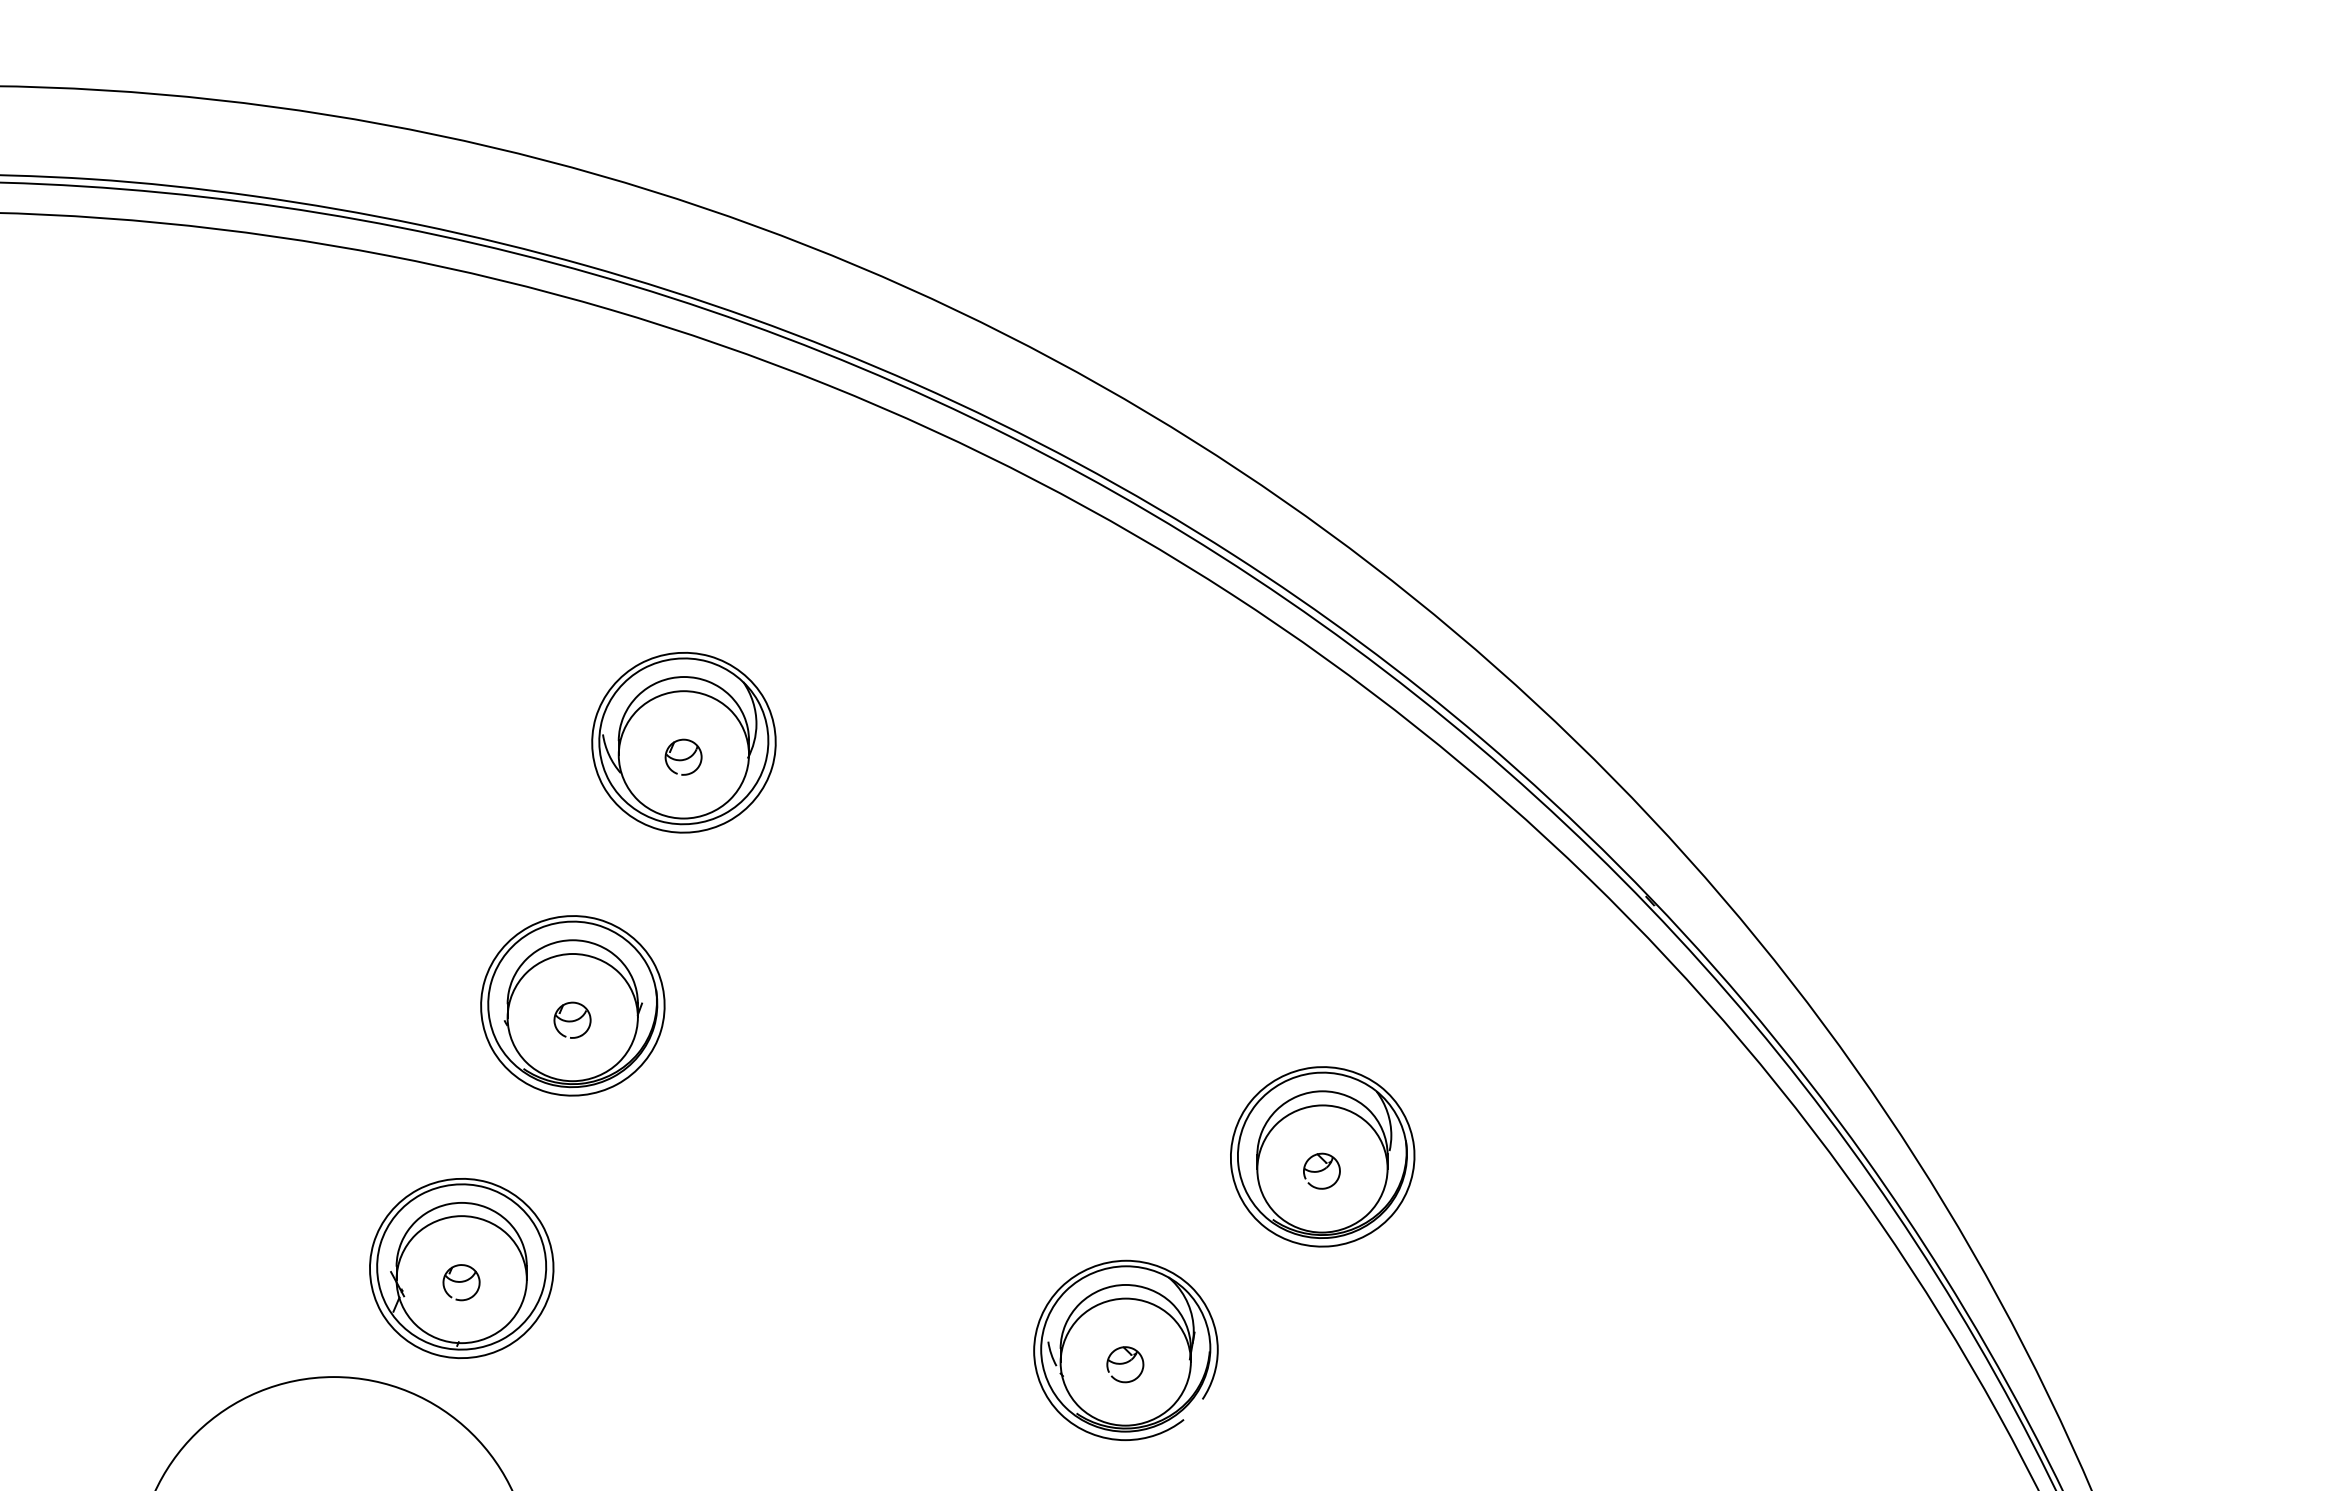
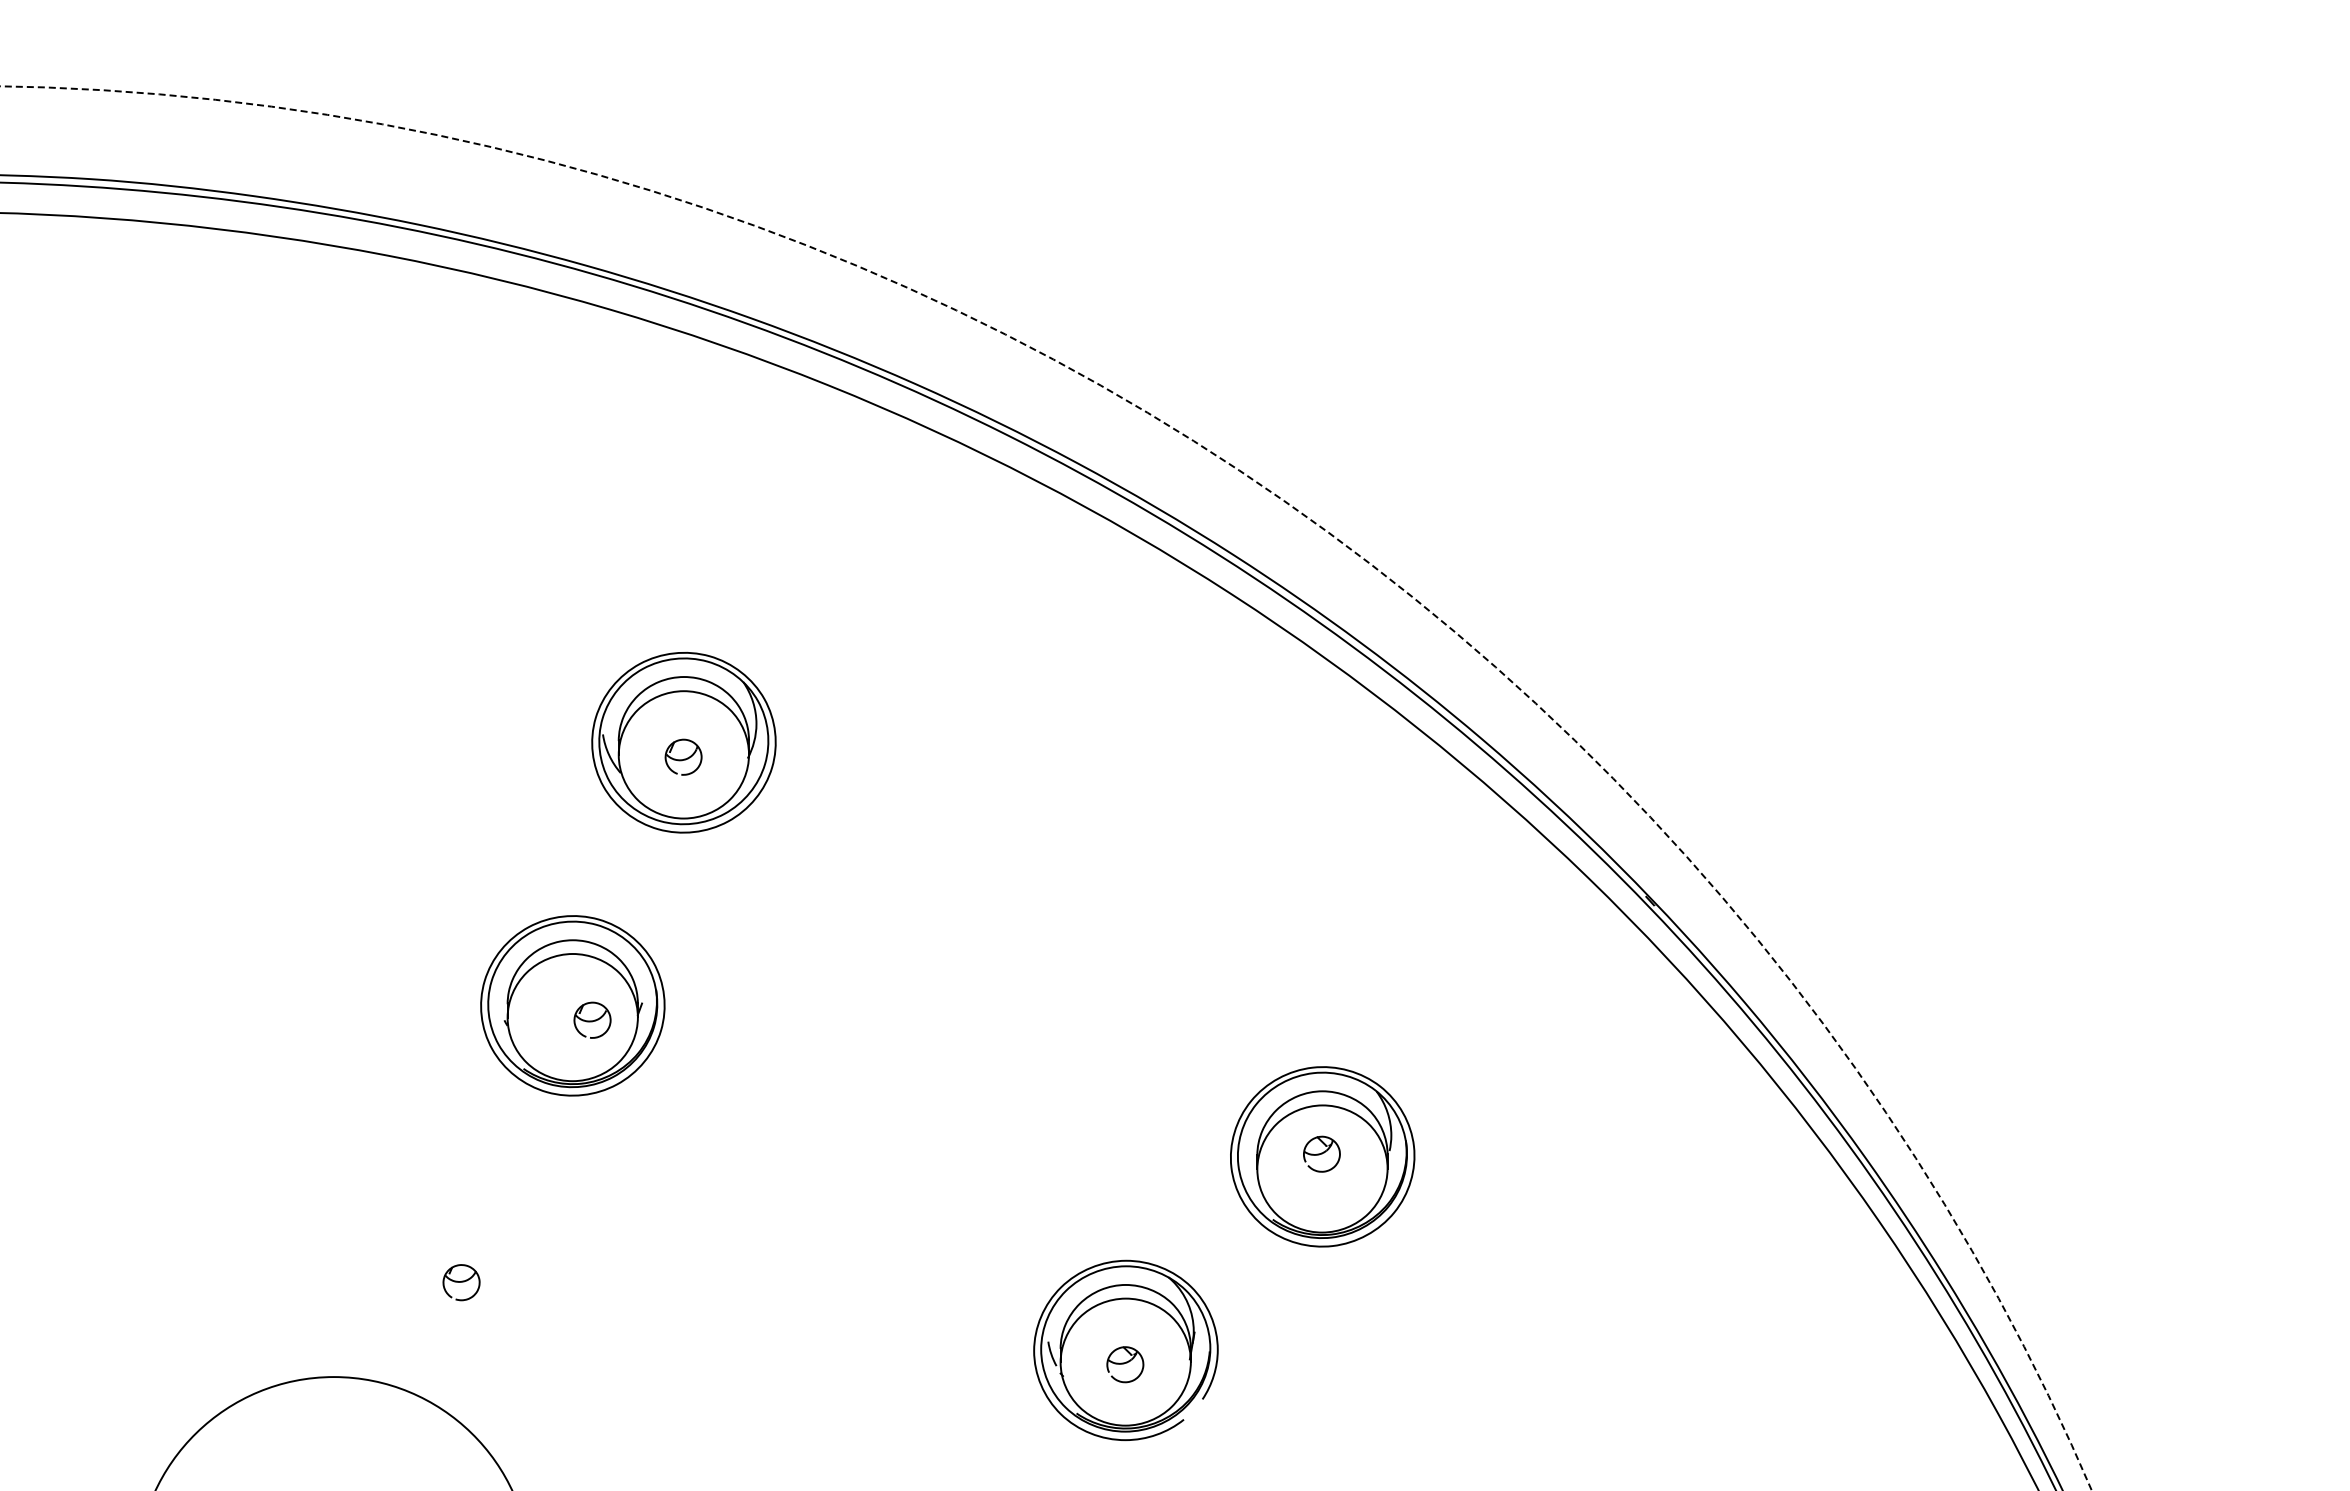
arc at (1251, 478): solid -> dashed
part at (572, 1019) position: (572, 1019) -> (592, 1019)
part at (1321, 1170) position: (1321, 1170) -> (1321, 1153)
part at (461, 1268): present -> none
